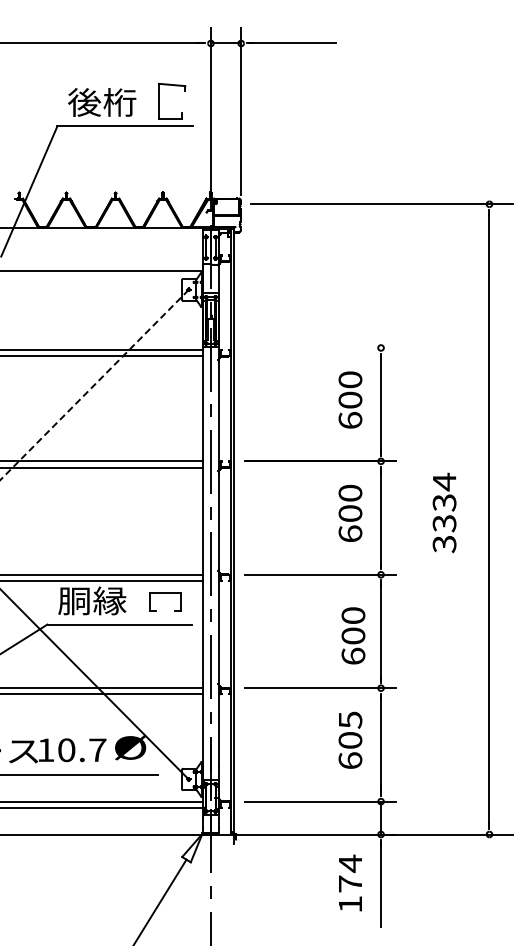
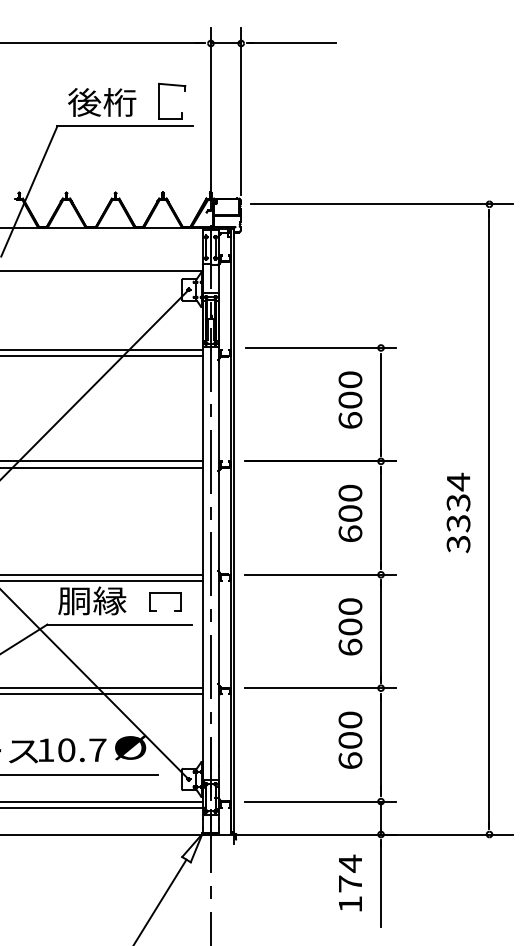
line at (321, 347): none -> present
line at (94, 384): dashed -> solid
text at (444, 512) position: (444, 512) -> (458, 512)
text at (353, 635) position: (353, 635) -> (350, 626)
text at (350, 719): 605 -> 600
